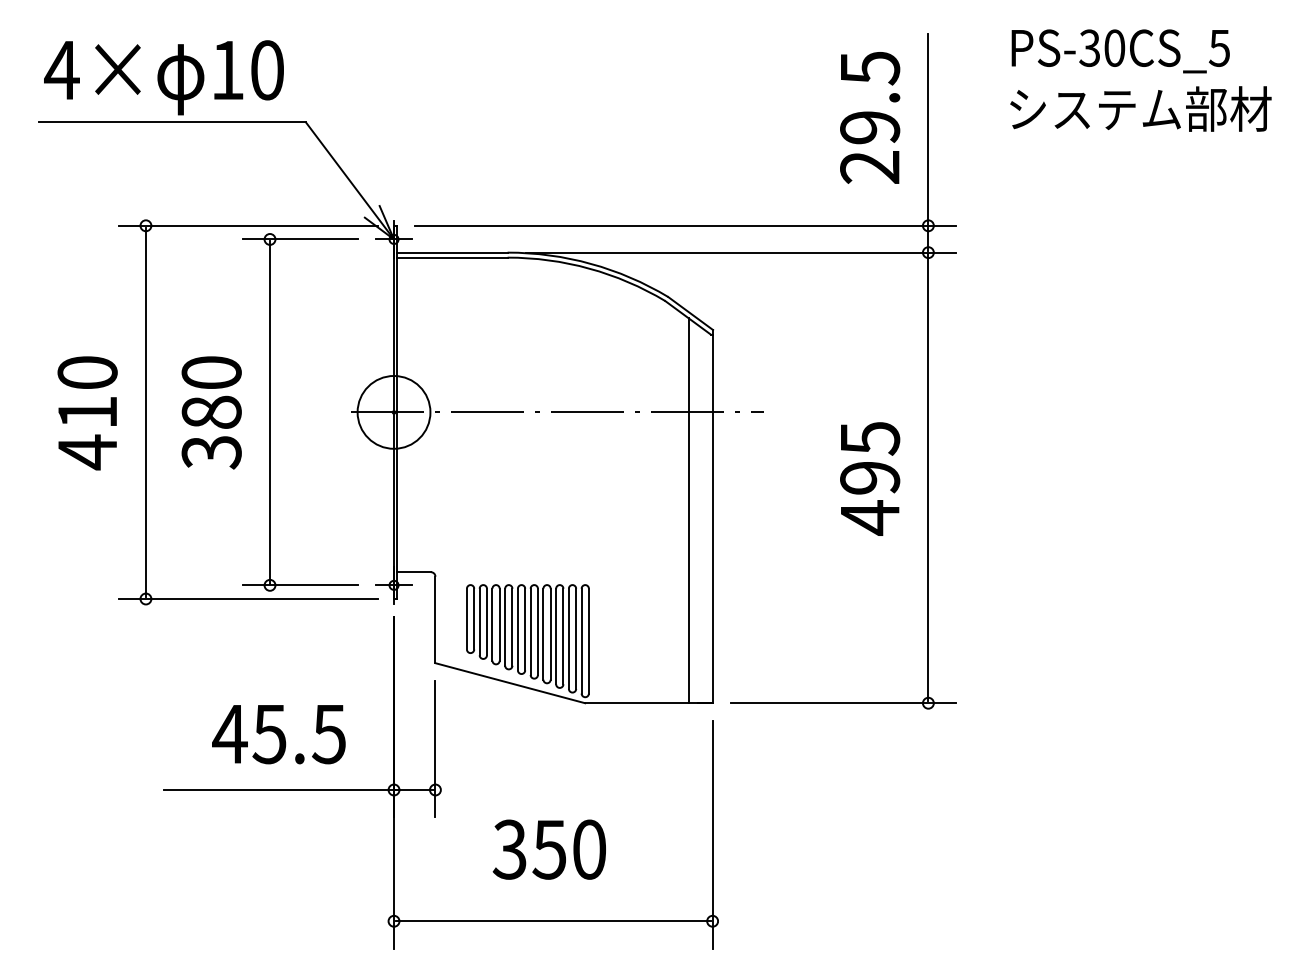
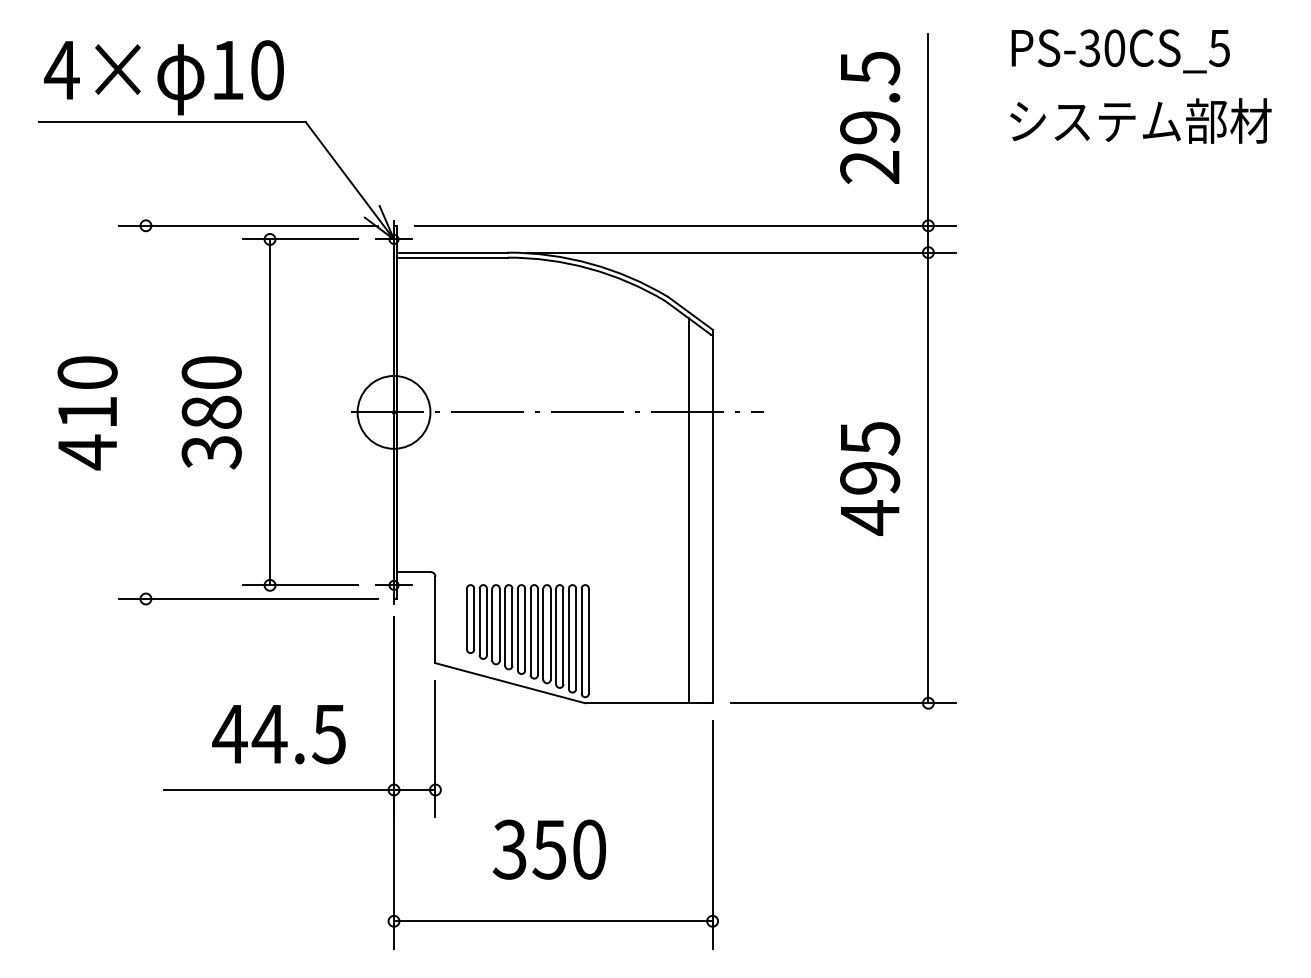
text at (1140, 108) position: (1140, 108) -> (1140, 120)
line at (145, 412): present -> none
text at (269, 734): 45.5 -> 44.5
